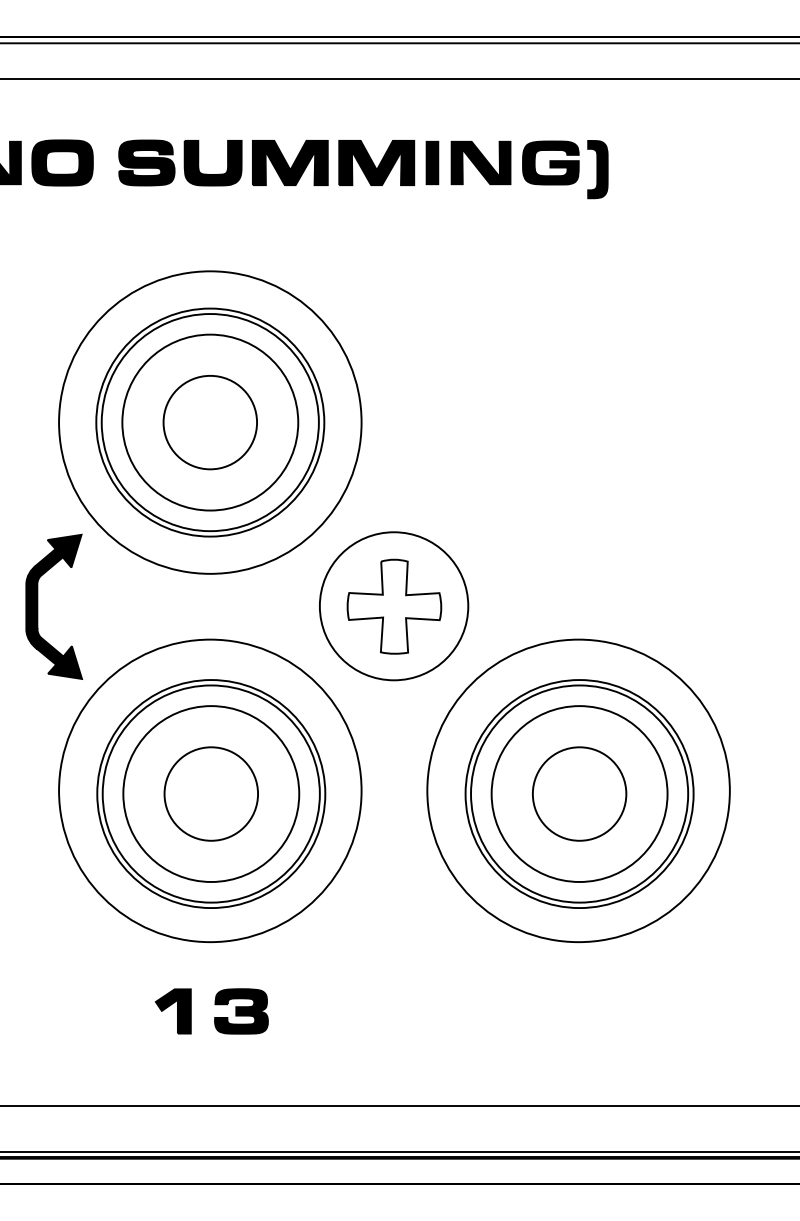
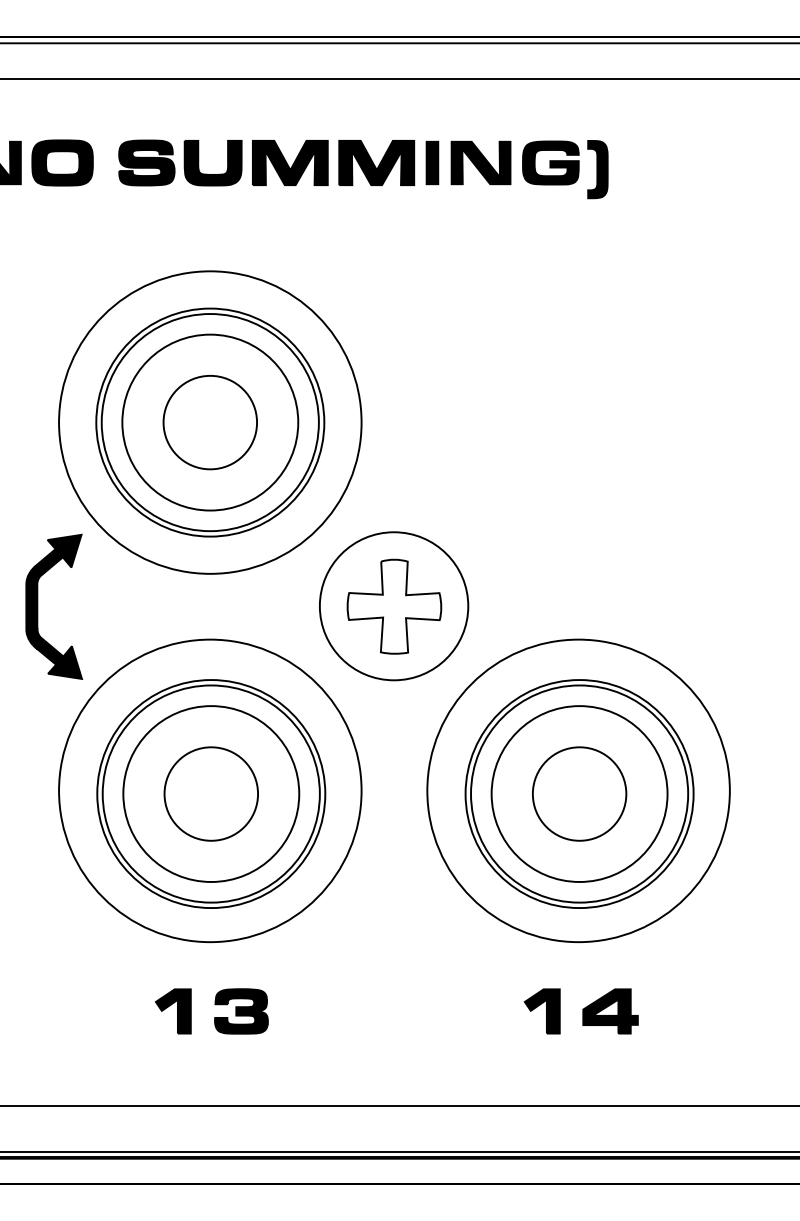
part at (580, 1011): none -> present
